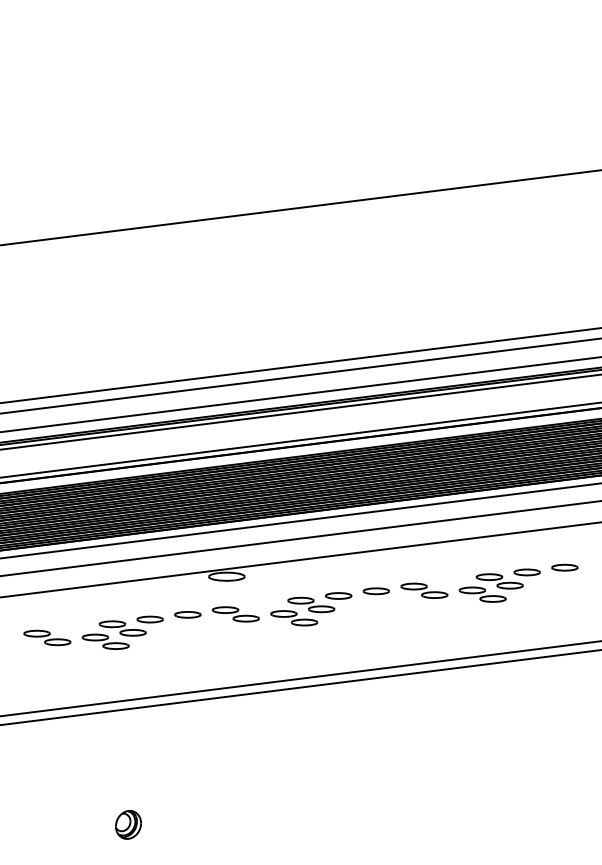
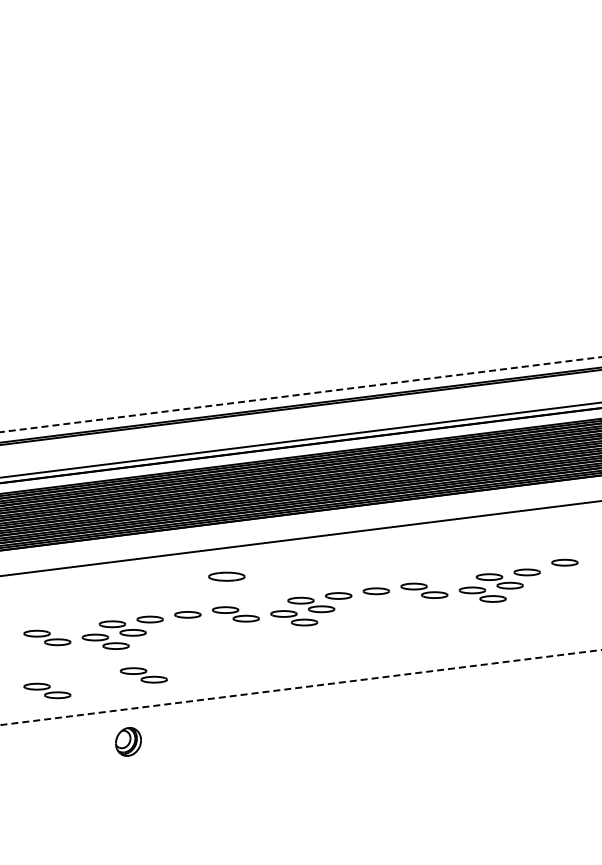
line at (300, 207): present -> none
line at (300, 365): present -> none
line at (300, 375): present -> none
line at (301, 394): solid -> dashed
line at (300, 411): present -> none
line at (300, 520): present -> none
line at (300, 559): present -> none
part at (564, 567) position: (564, 567) -> (564, 562)
part at (143, 675): none -> present
line at (300, 678): present -> none
line at (300, 687): solid -> dashed
part at (47, 690): none -> present
part at (128, 824) position: (128, 824) -> (128, 741)
